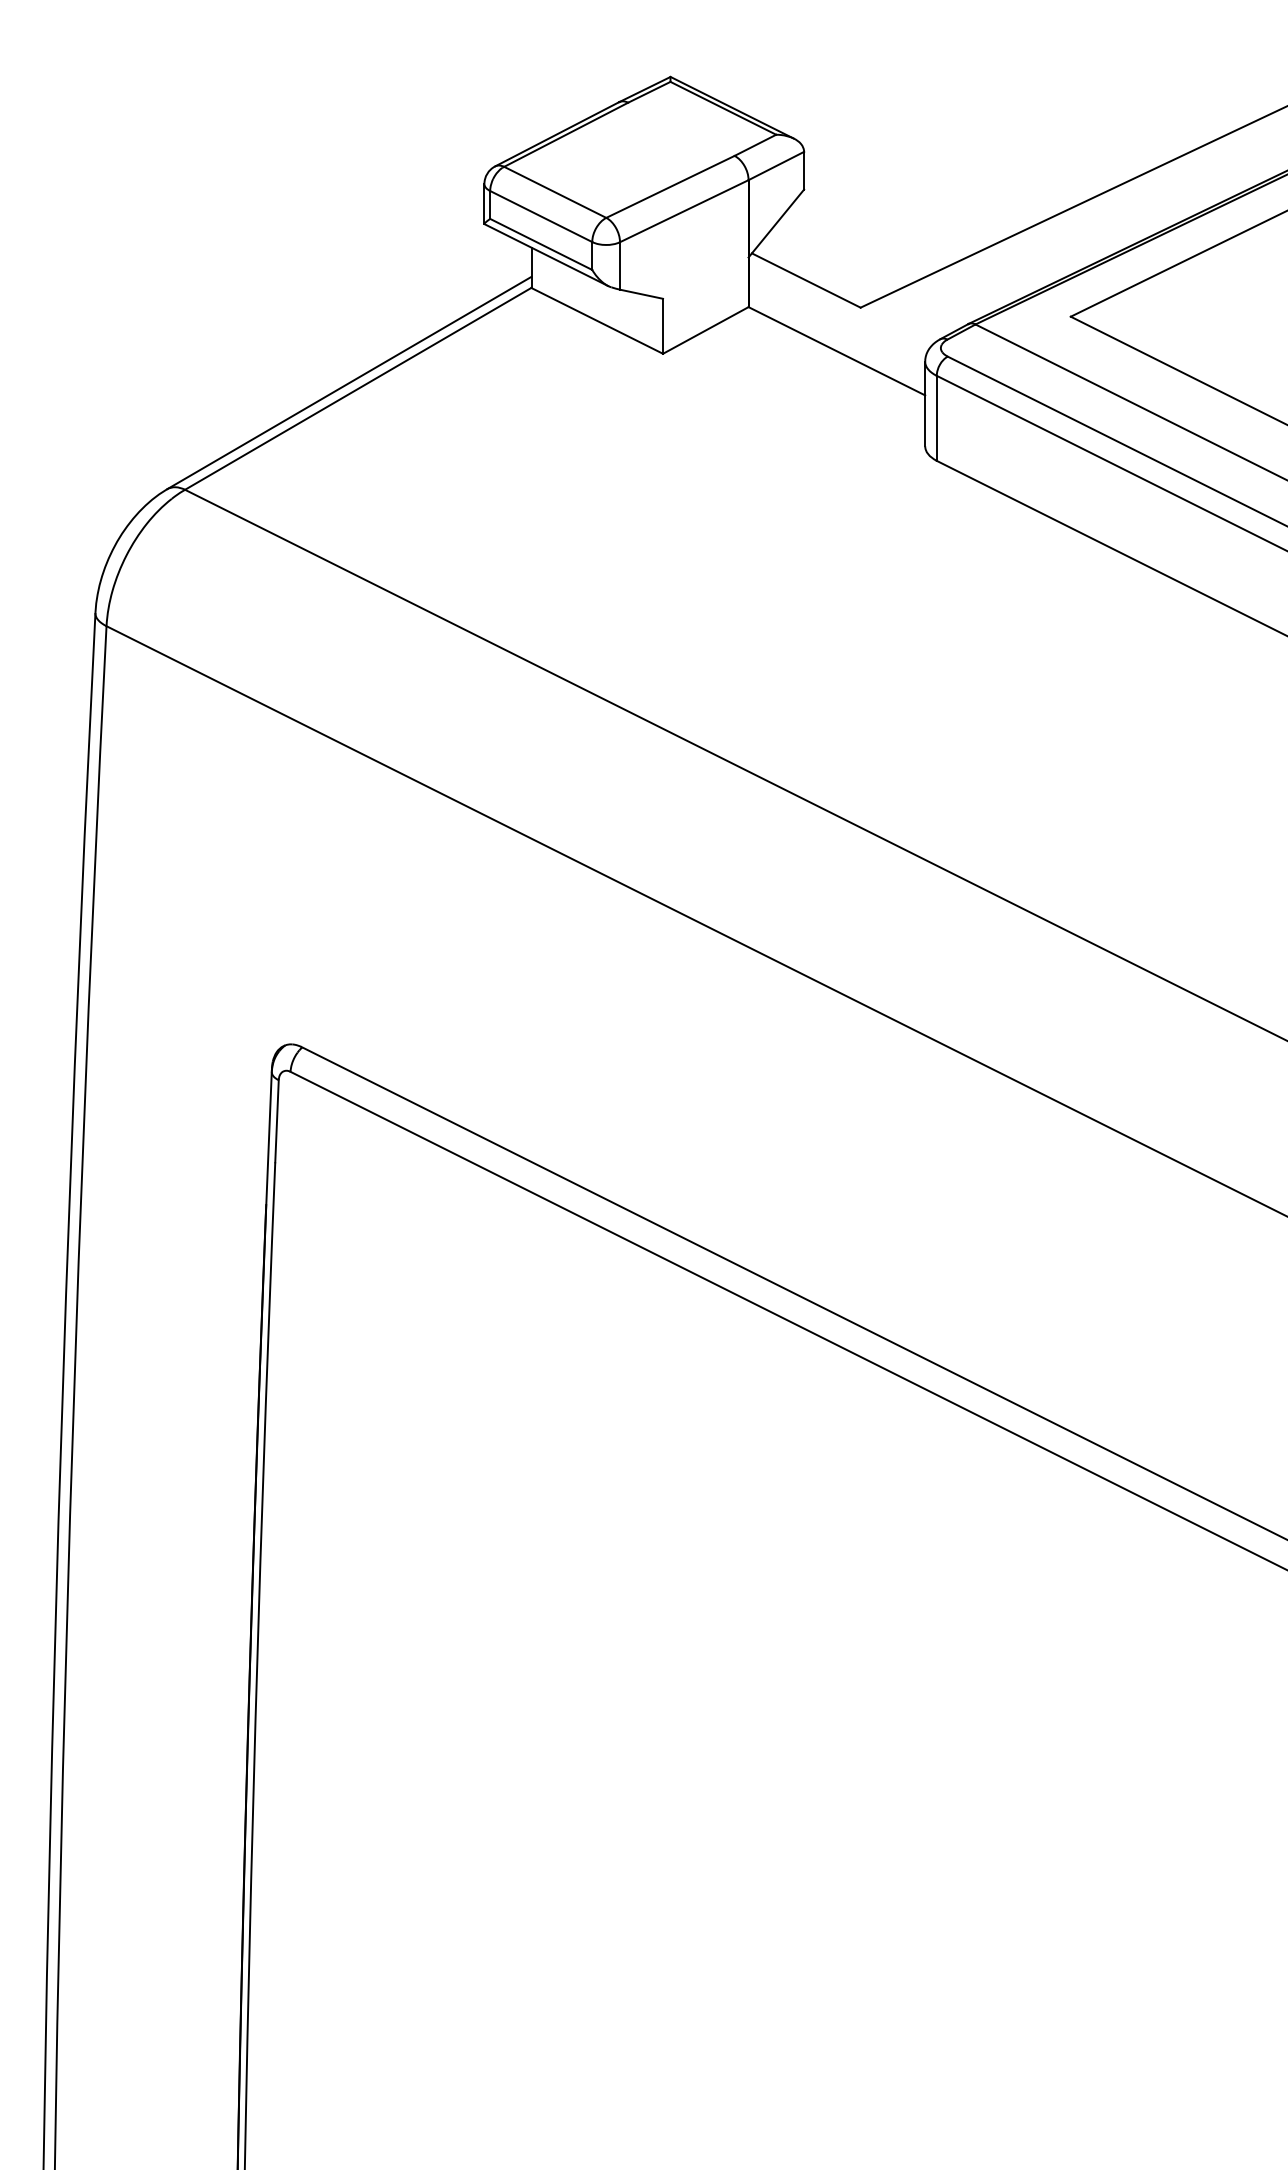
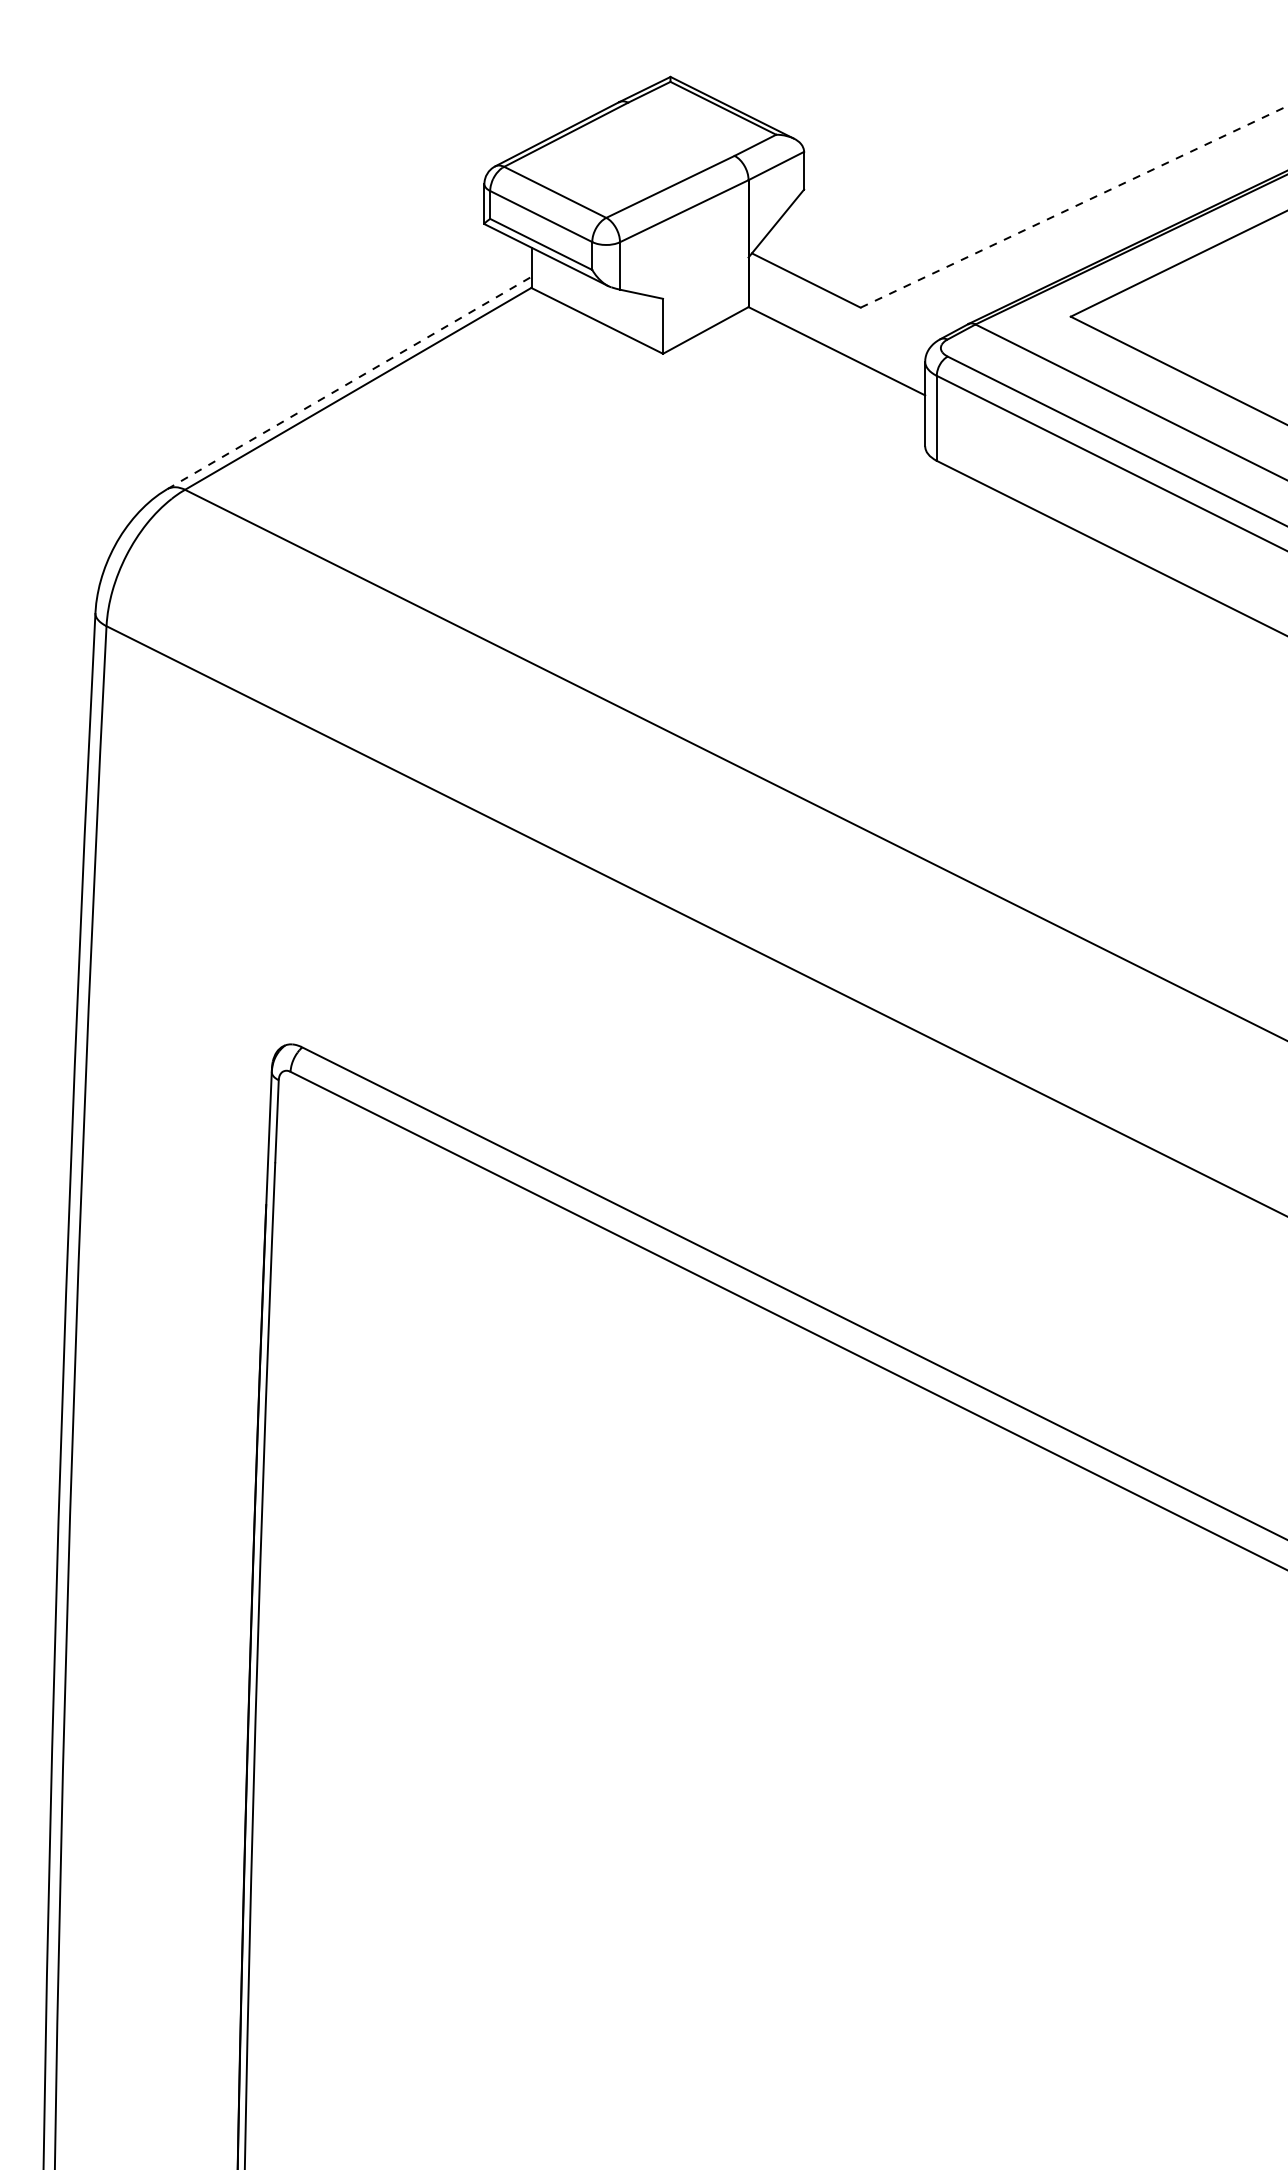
line at (1074, 206): solid -> dashed
line at (349, 383): solid -> dashed
